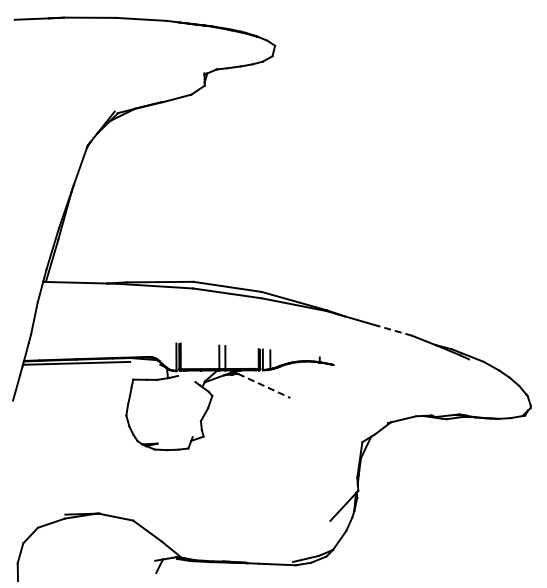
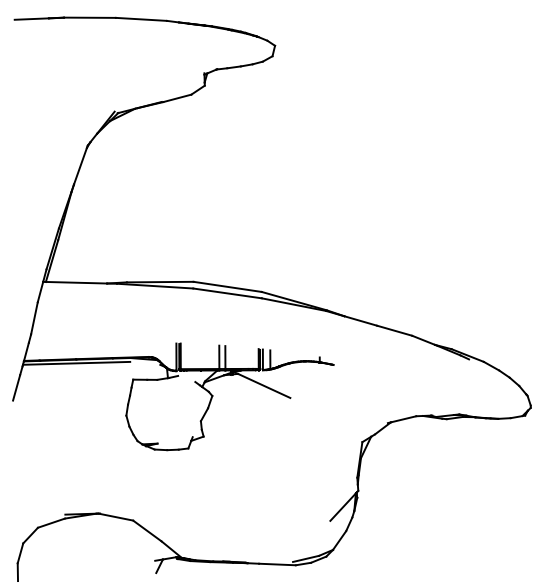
line at (394, 330): dashed -> solid
line at (264, 385): dashed -> solid
